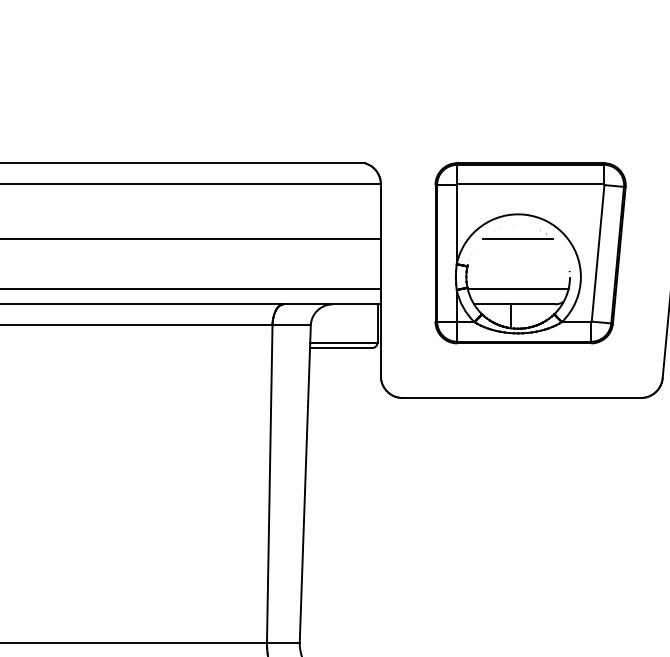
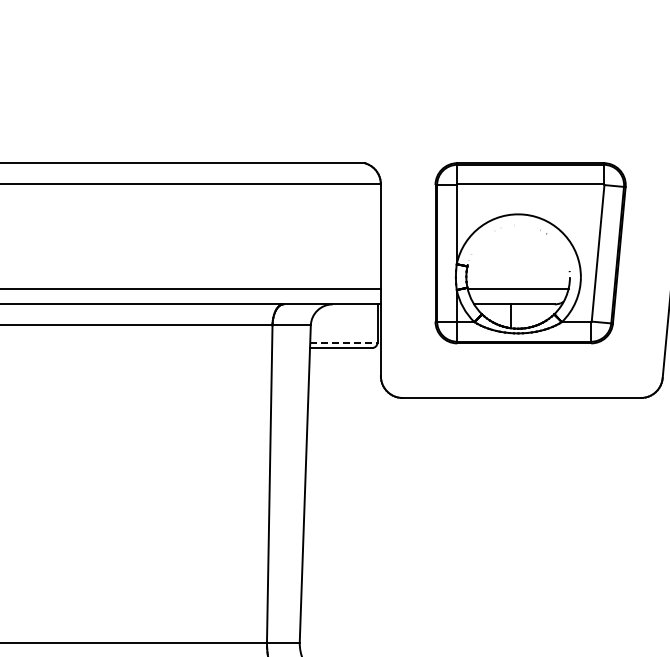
line at (191, 238): present -> none
line at (518, 238): present -> none
line at (343, 342): solid -> dashed
